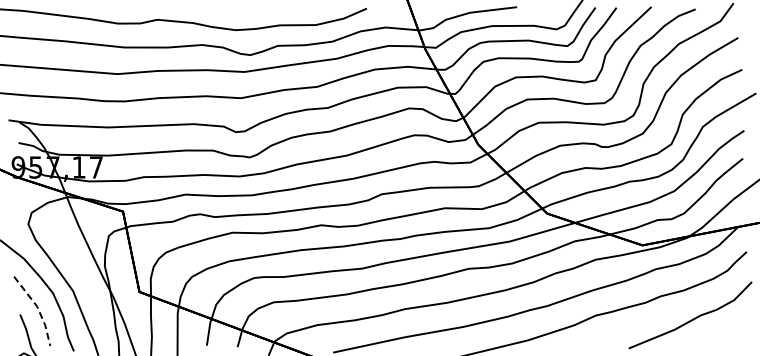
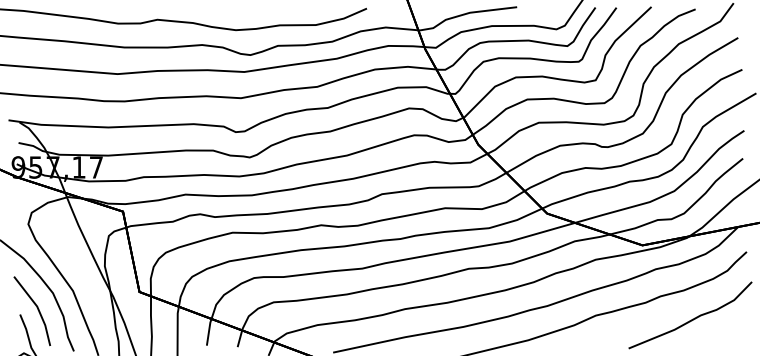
line at (38, 309): dashed -> solid
